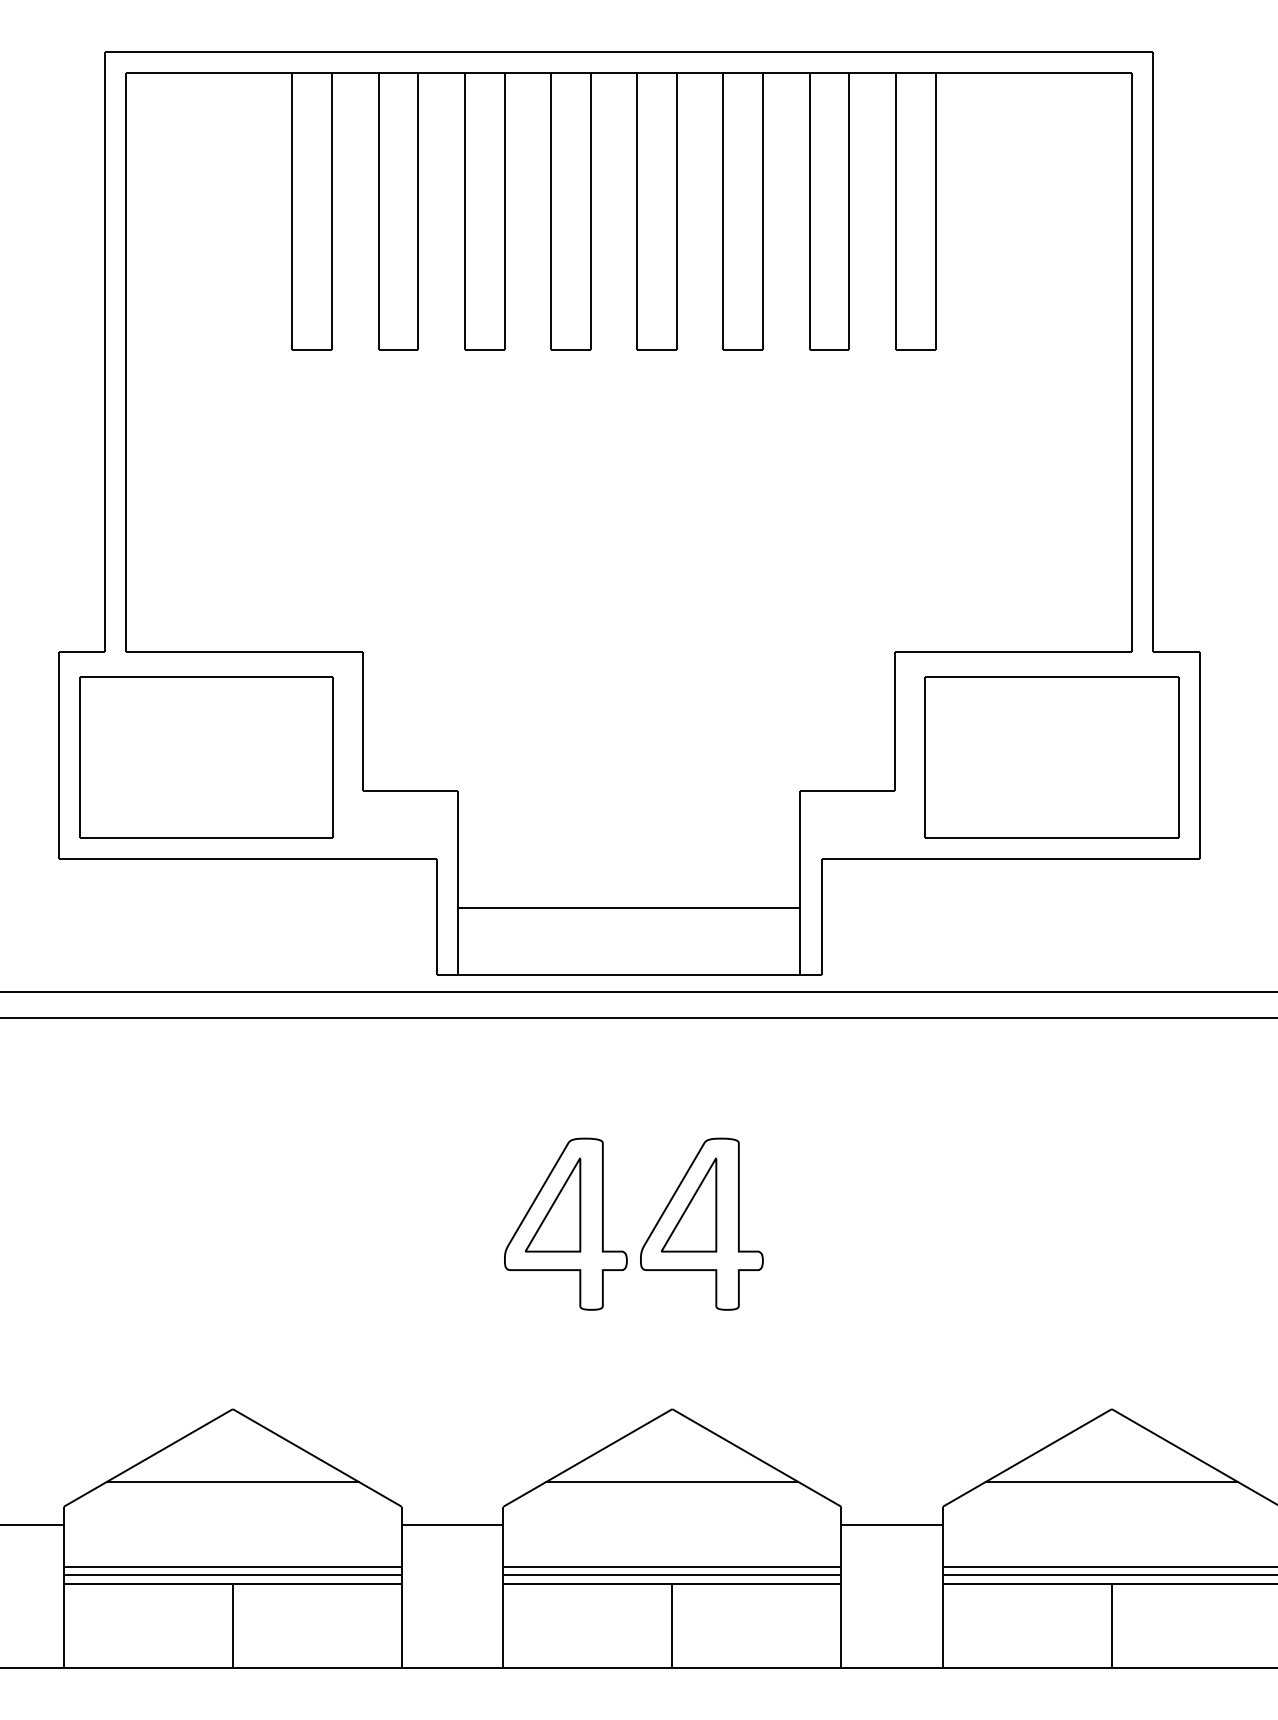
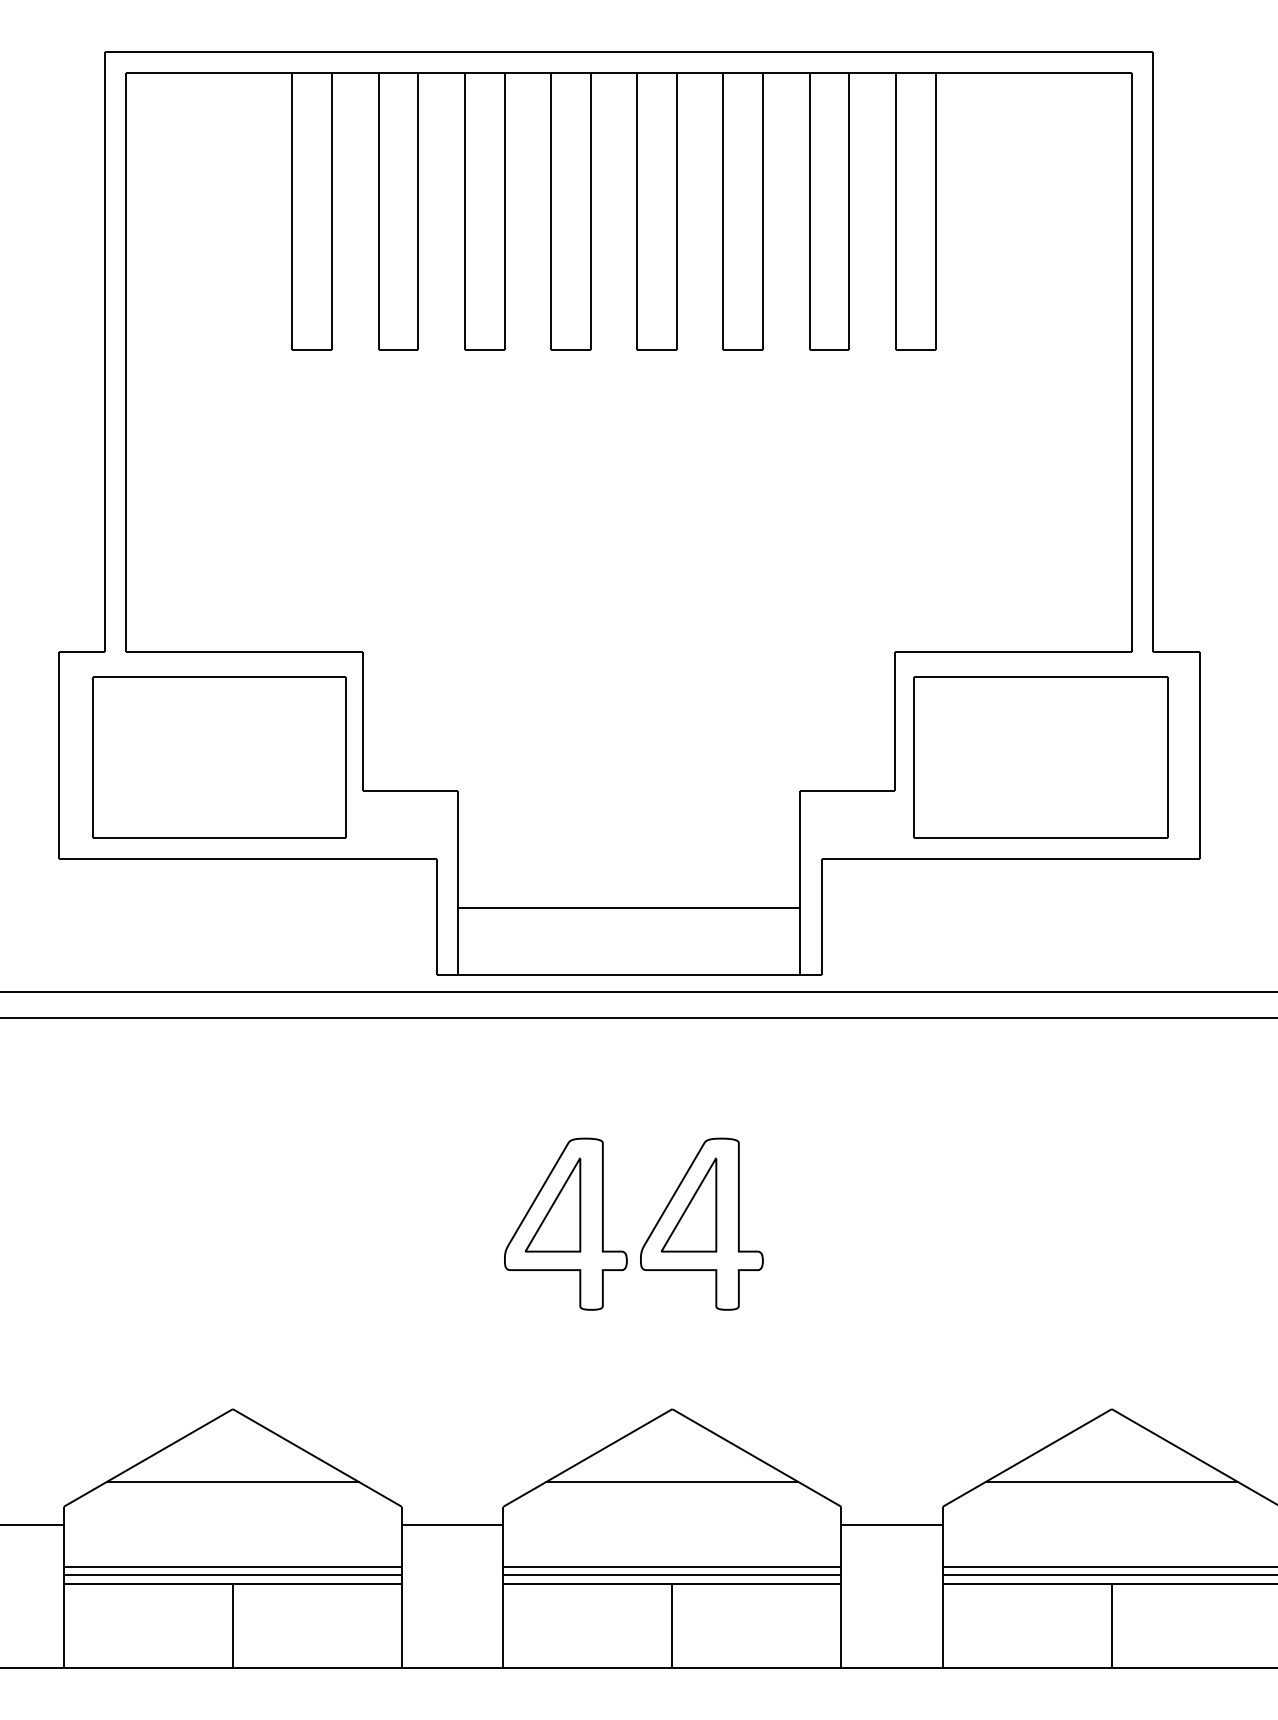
part at (206, 757) position: (206, 757) -> (219, 757)
part at (1051, 757) position: (1051, 757) -> (1040, 757)
